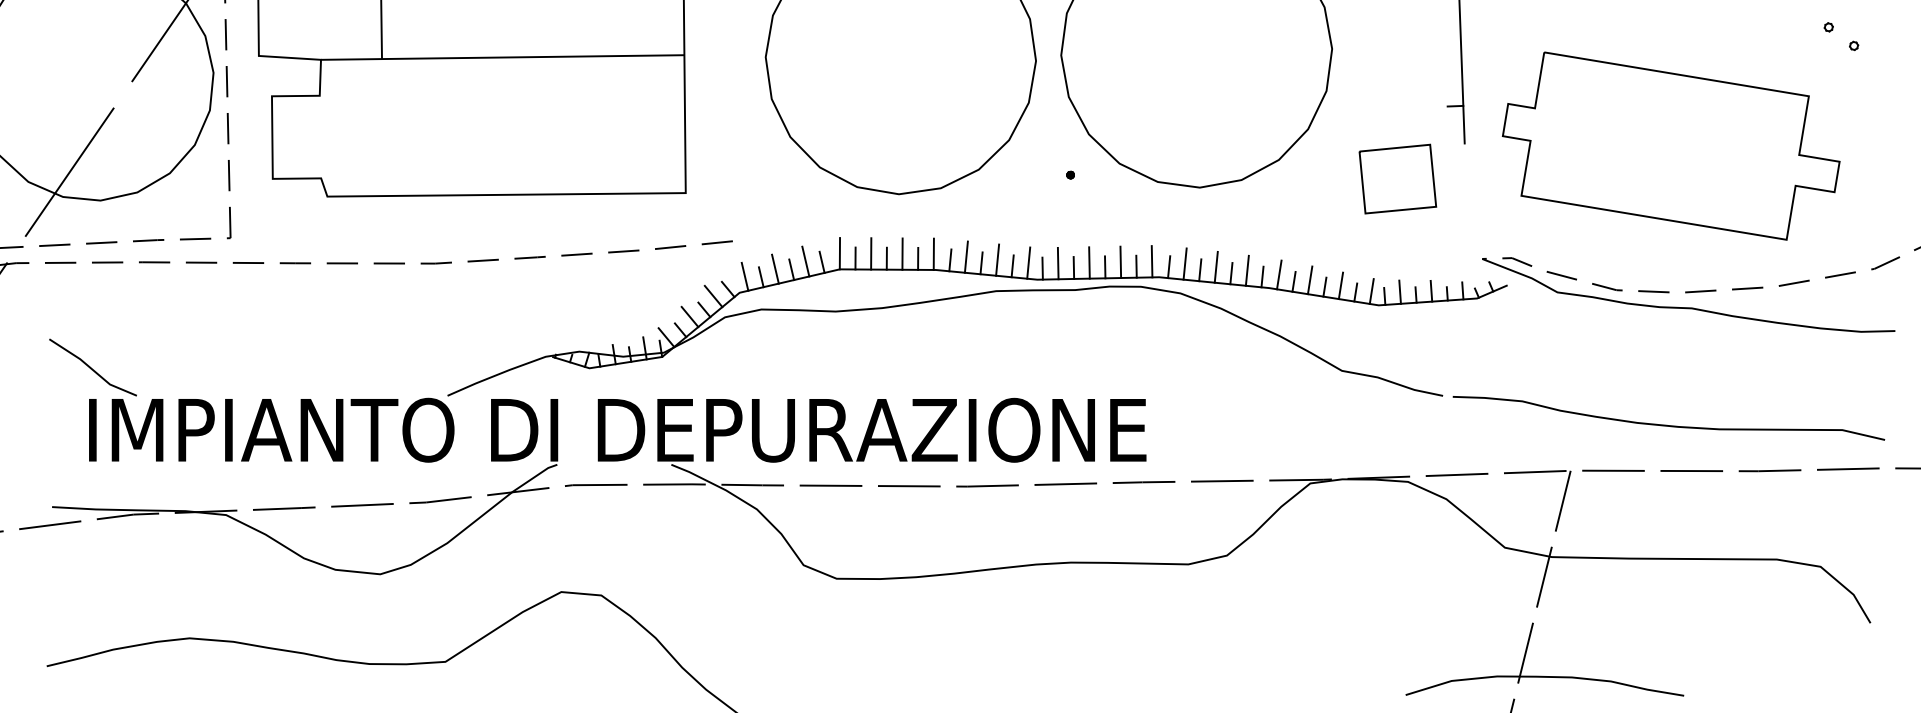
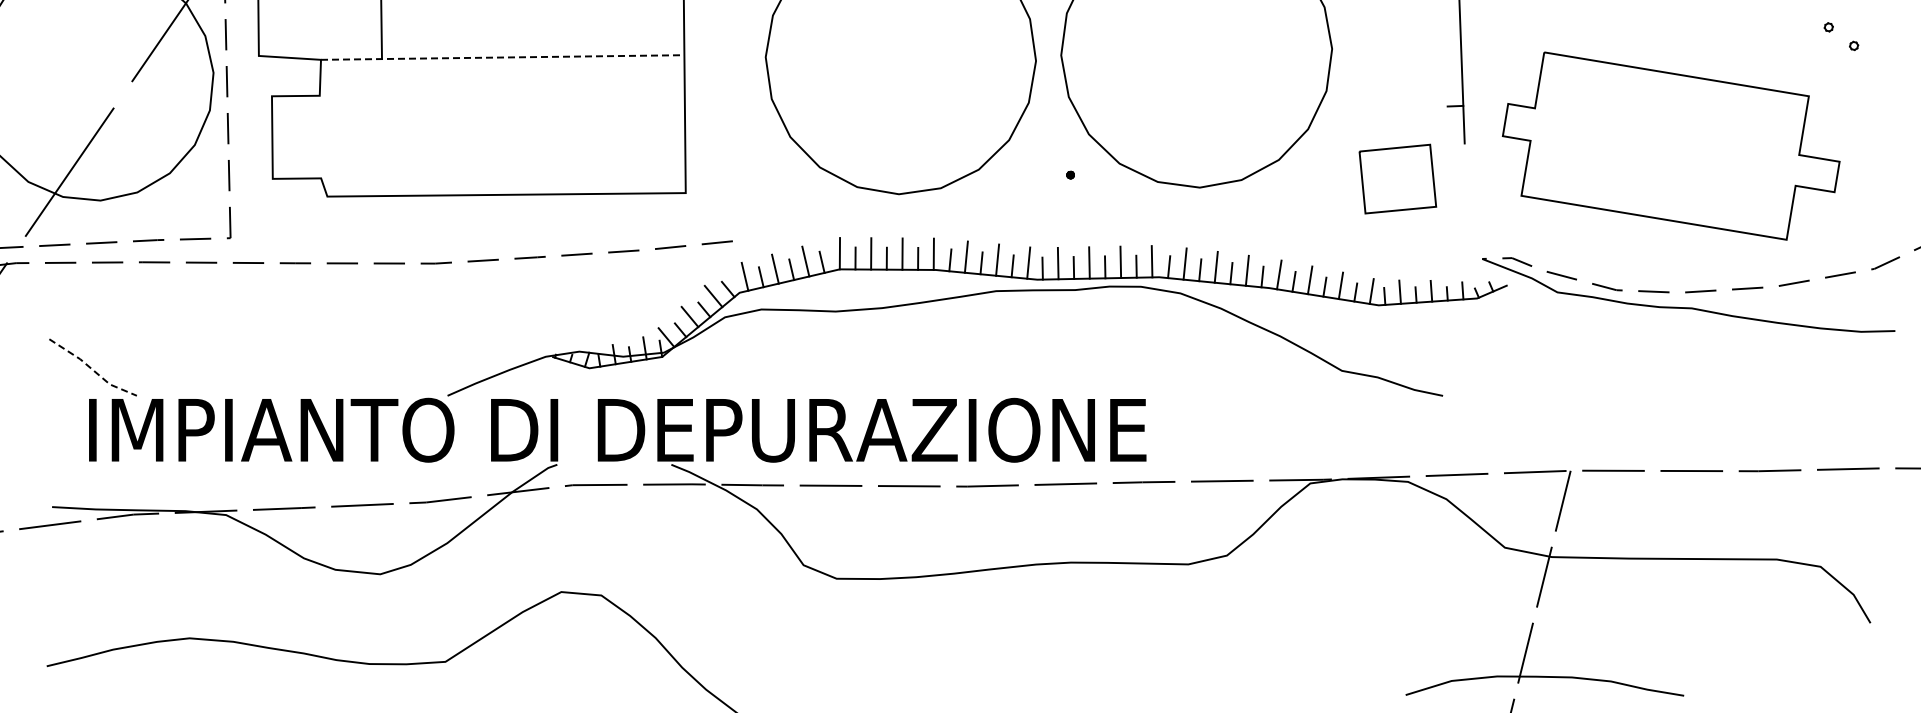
line at (502, 57): solid -> dashed
line at (92, 369): solid -> dashed
curve at (1666, 424): present -> none
